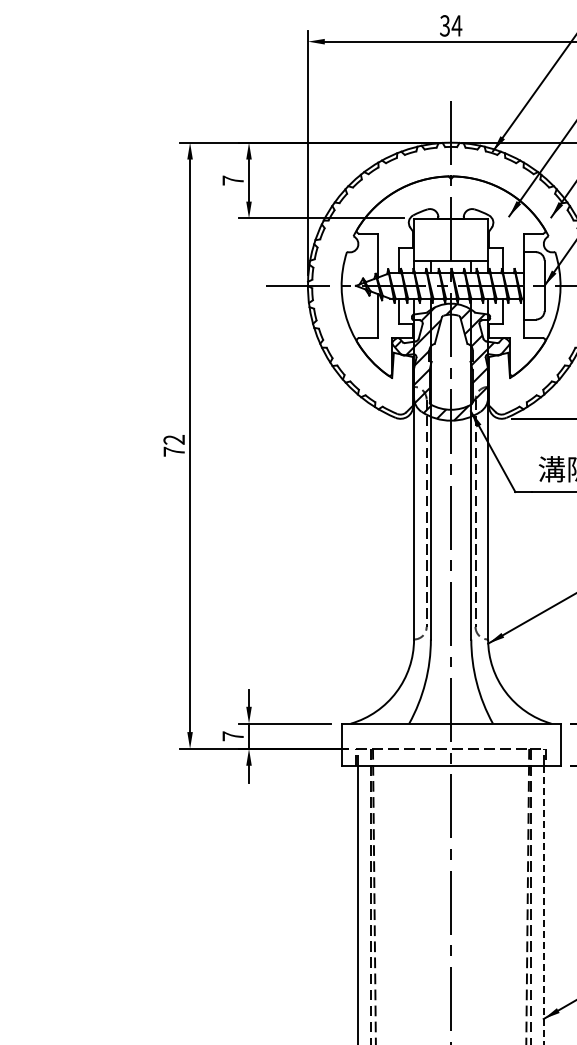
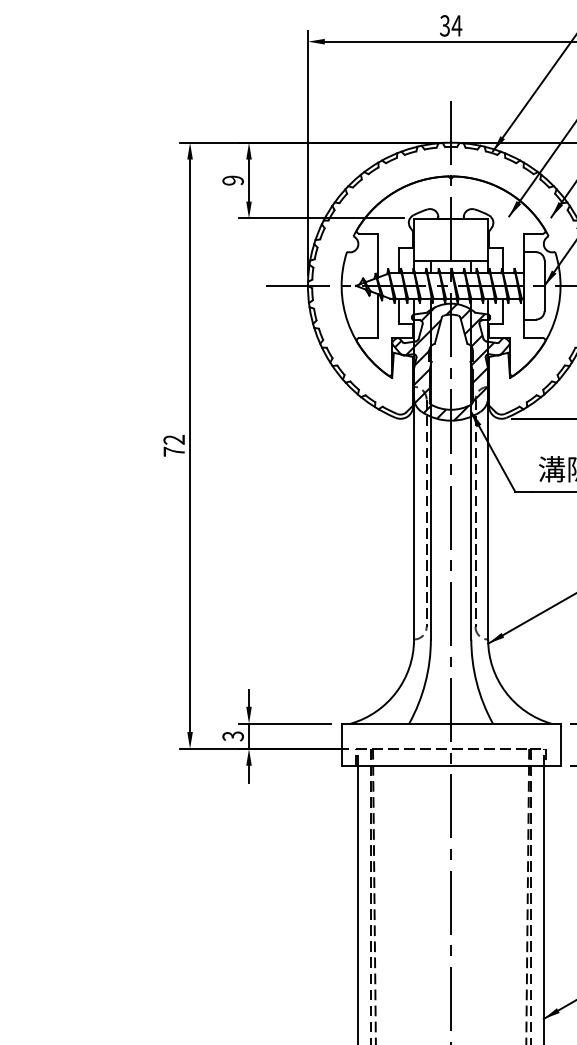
text at (232, 180): 7 -> 9
text at (232, 736): 7 -> 3
line at (543, 905): dashed -> solid
